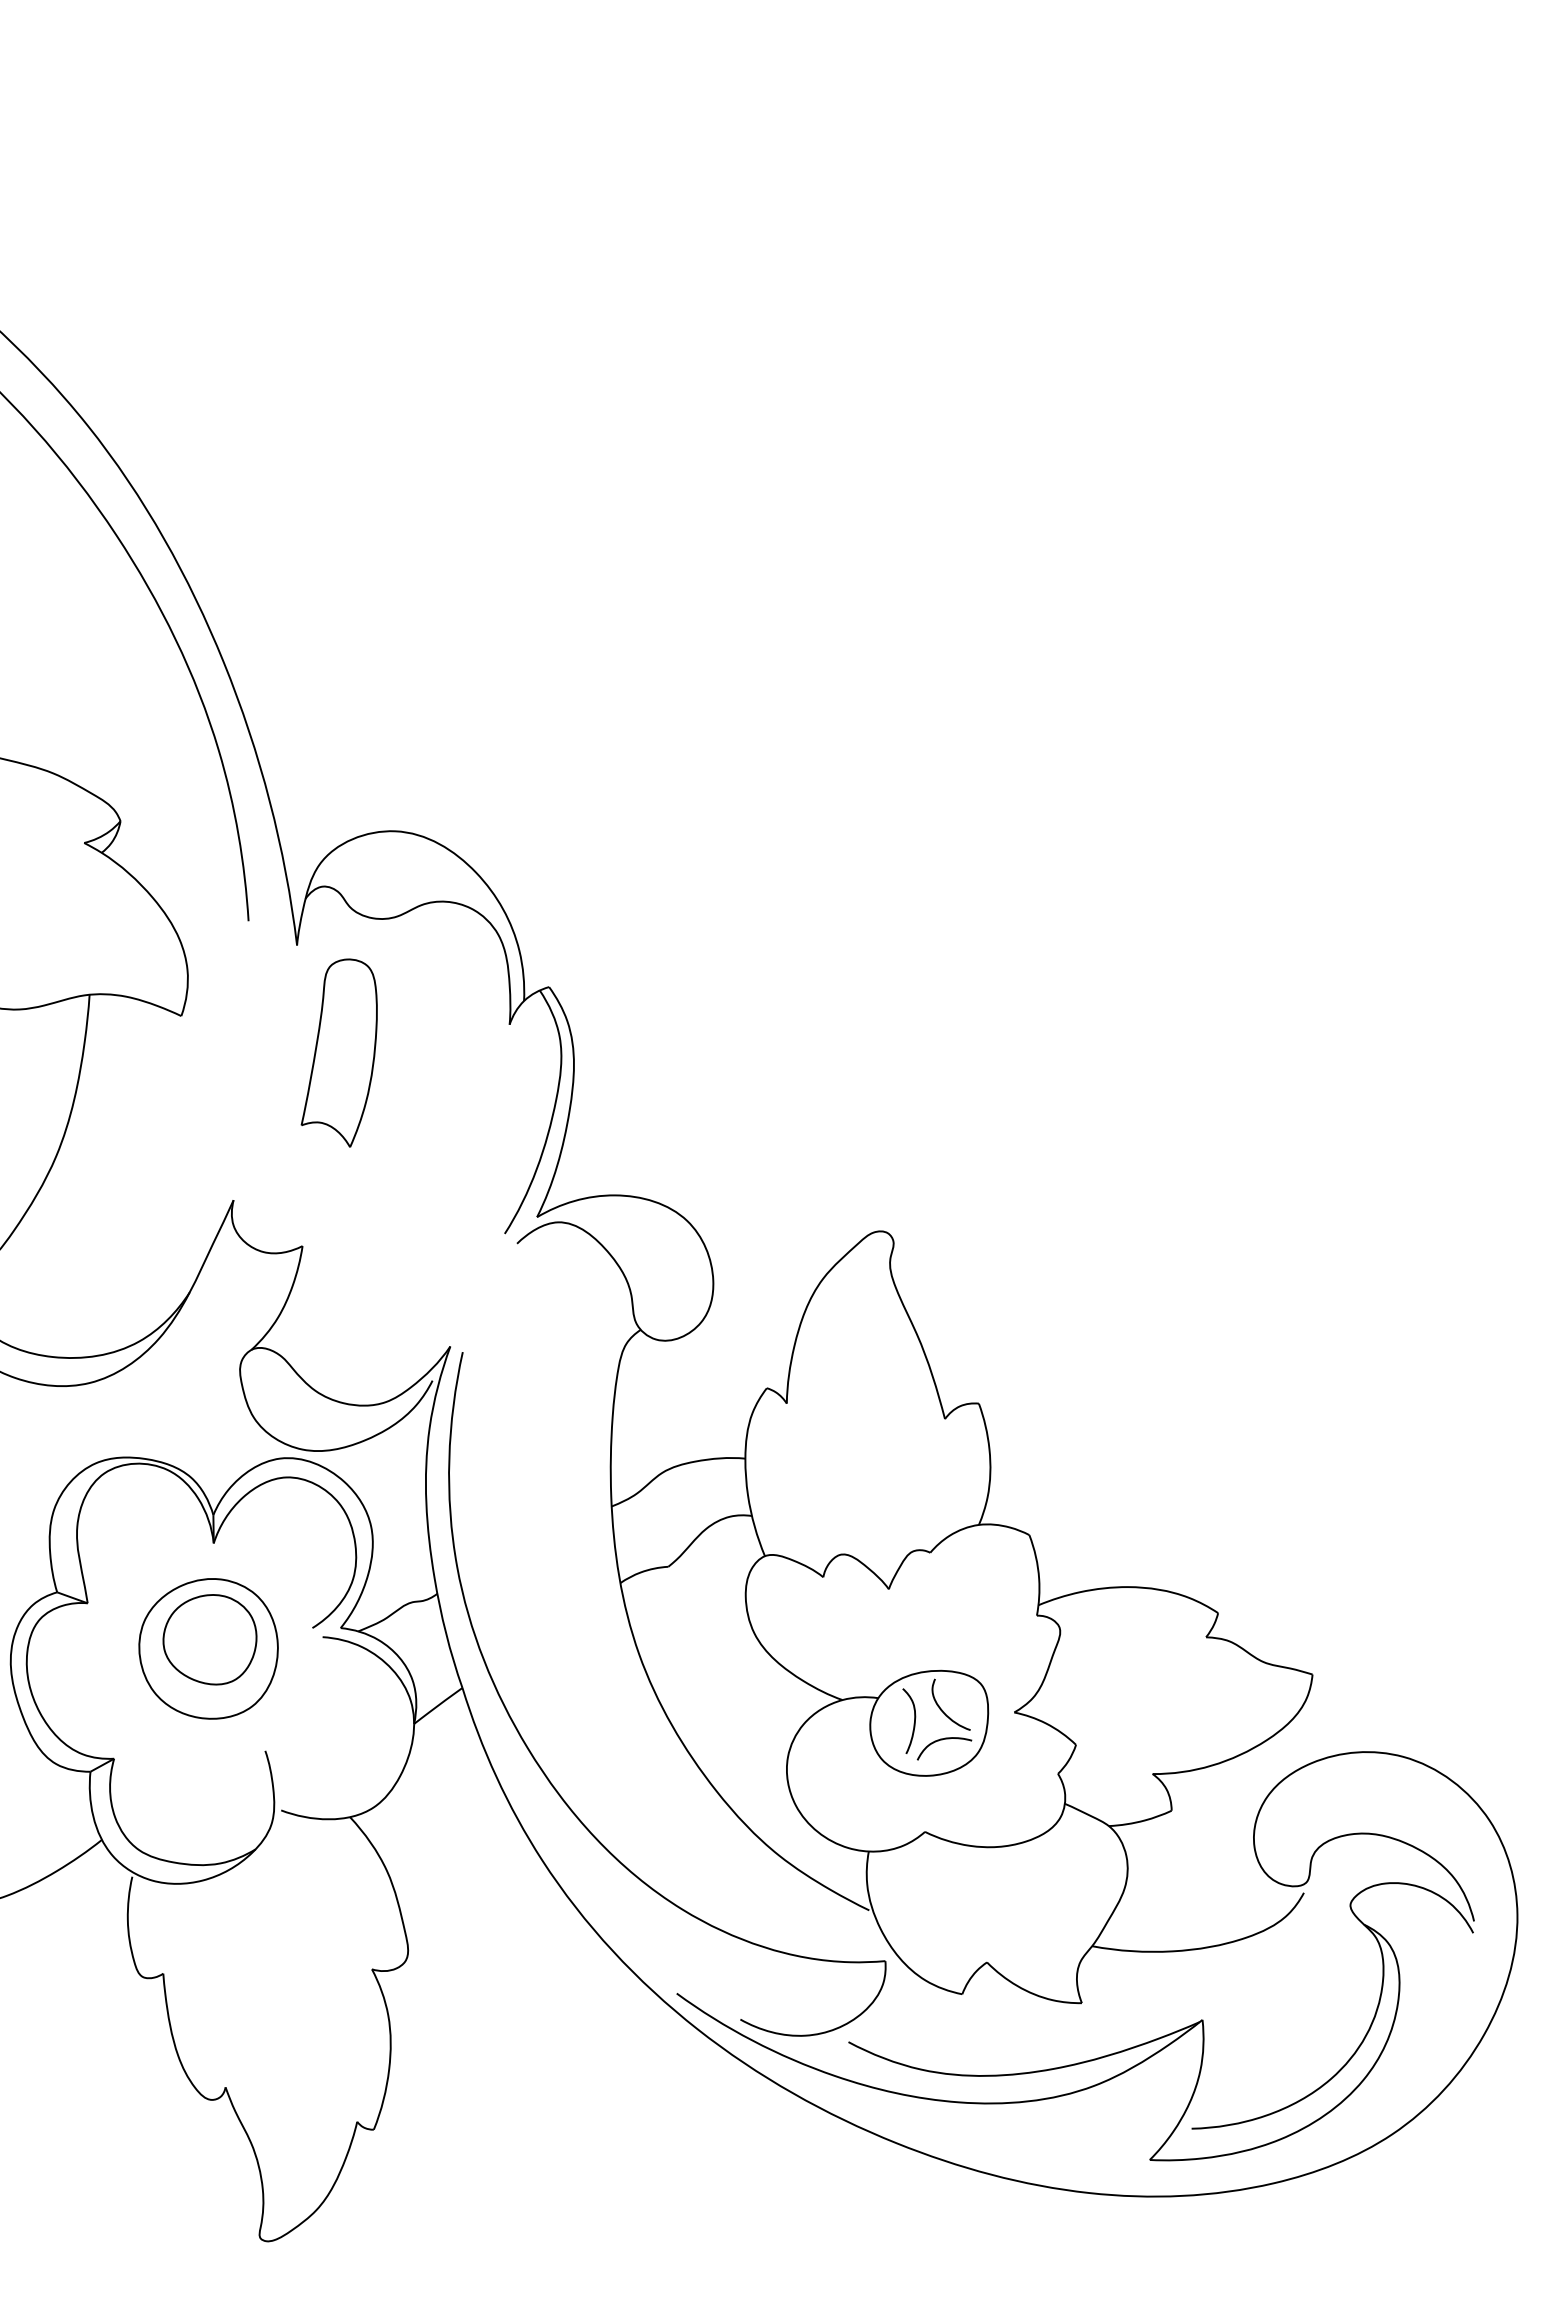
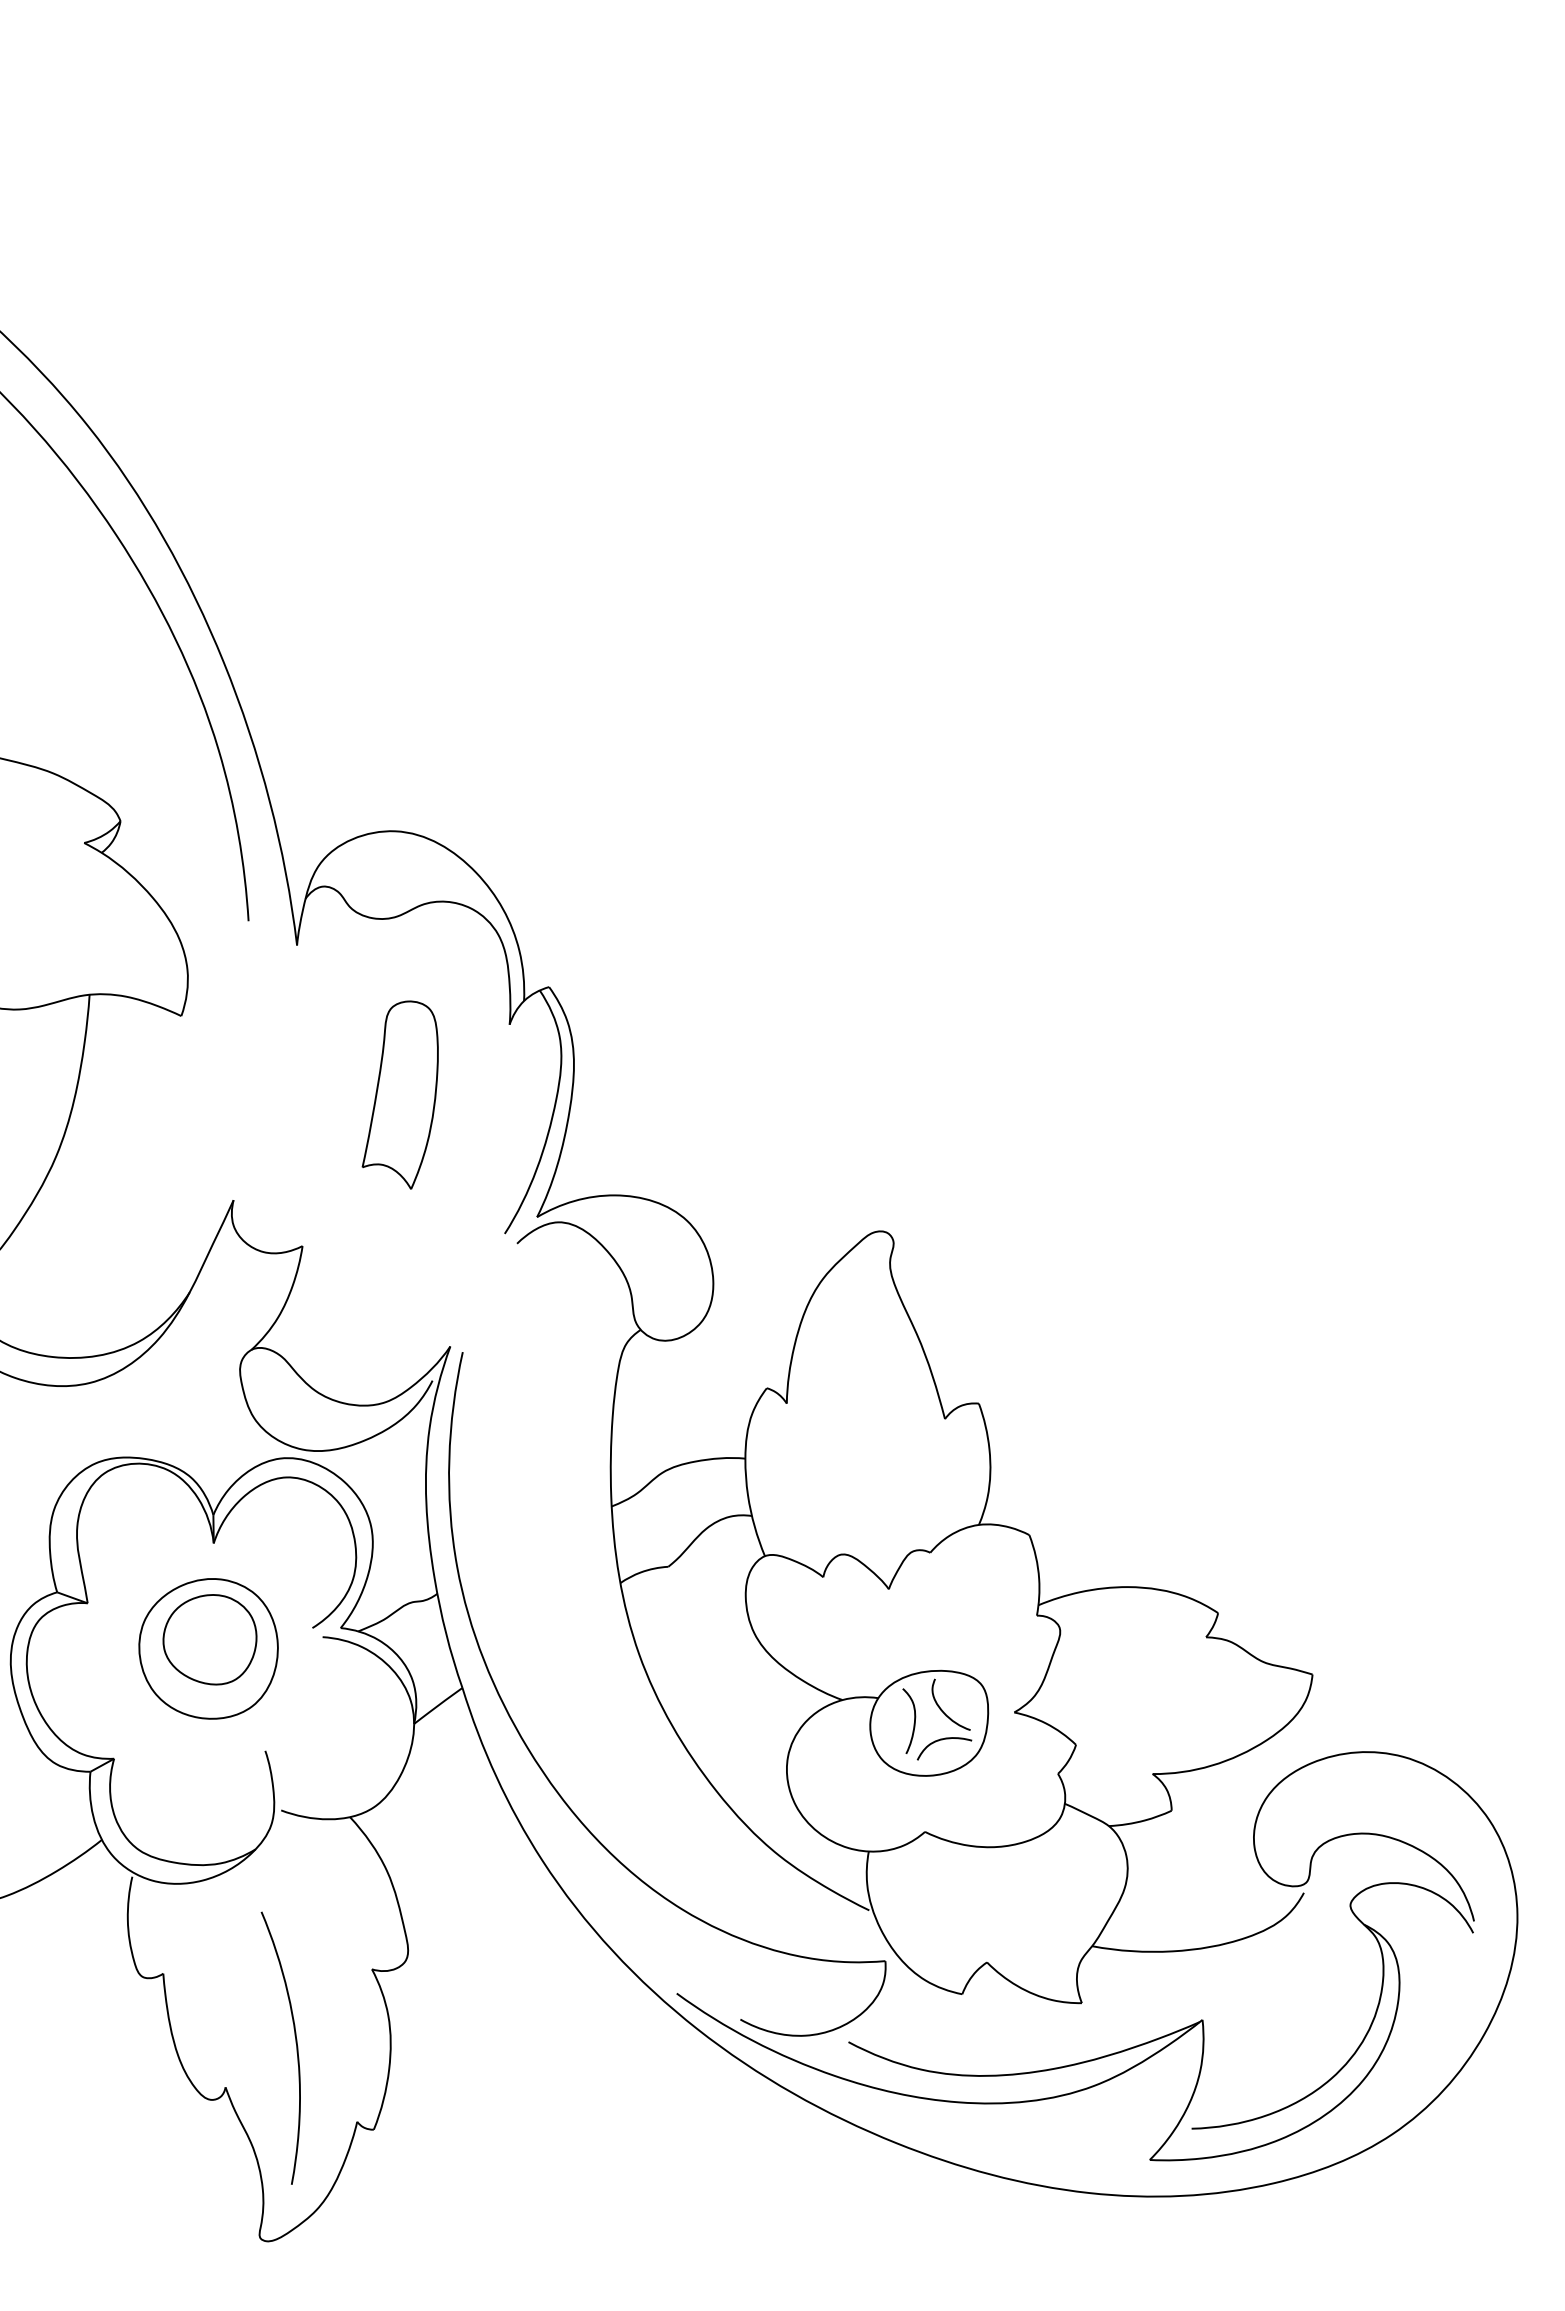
part at (338, 1052) position: (338, 1052) -> (399, 1094)
curve at (295, 2043): none -> present
